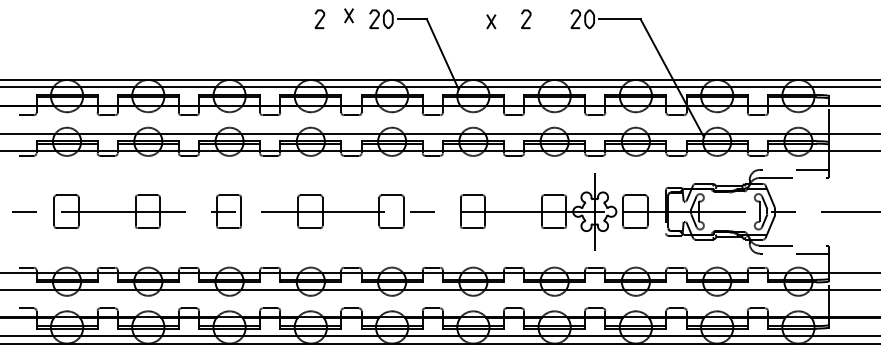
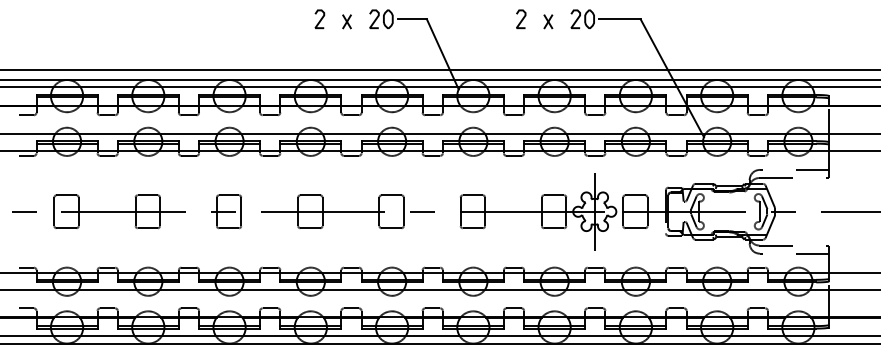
part at (348, 15) position: (348, 15) -> (346, 21)
curve at (526, 19) position: (526, 19) -> (521, 19)
part at (491, 21) position: (491, 21) -> (548, 21)
line at (439, 70): none -> present
